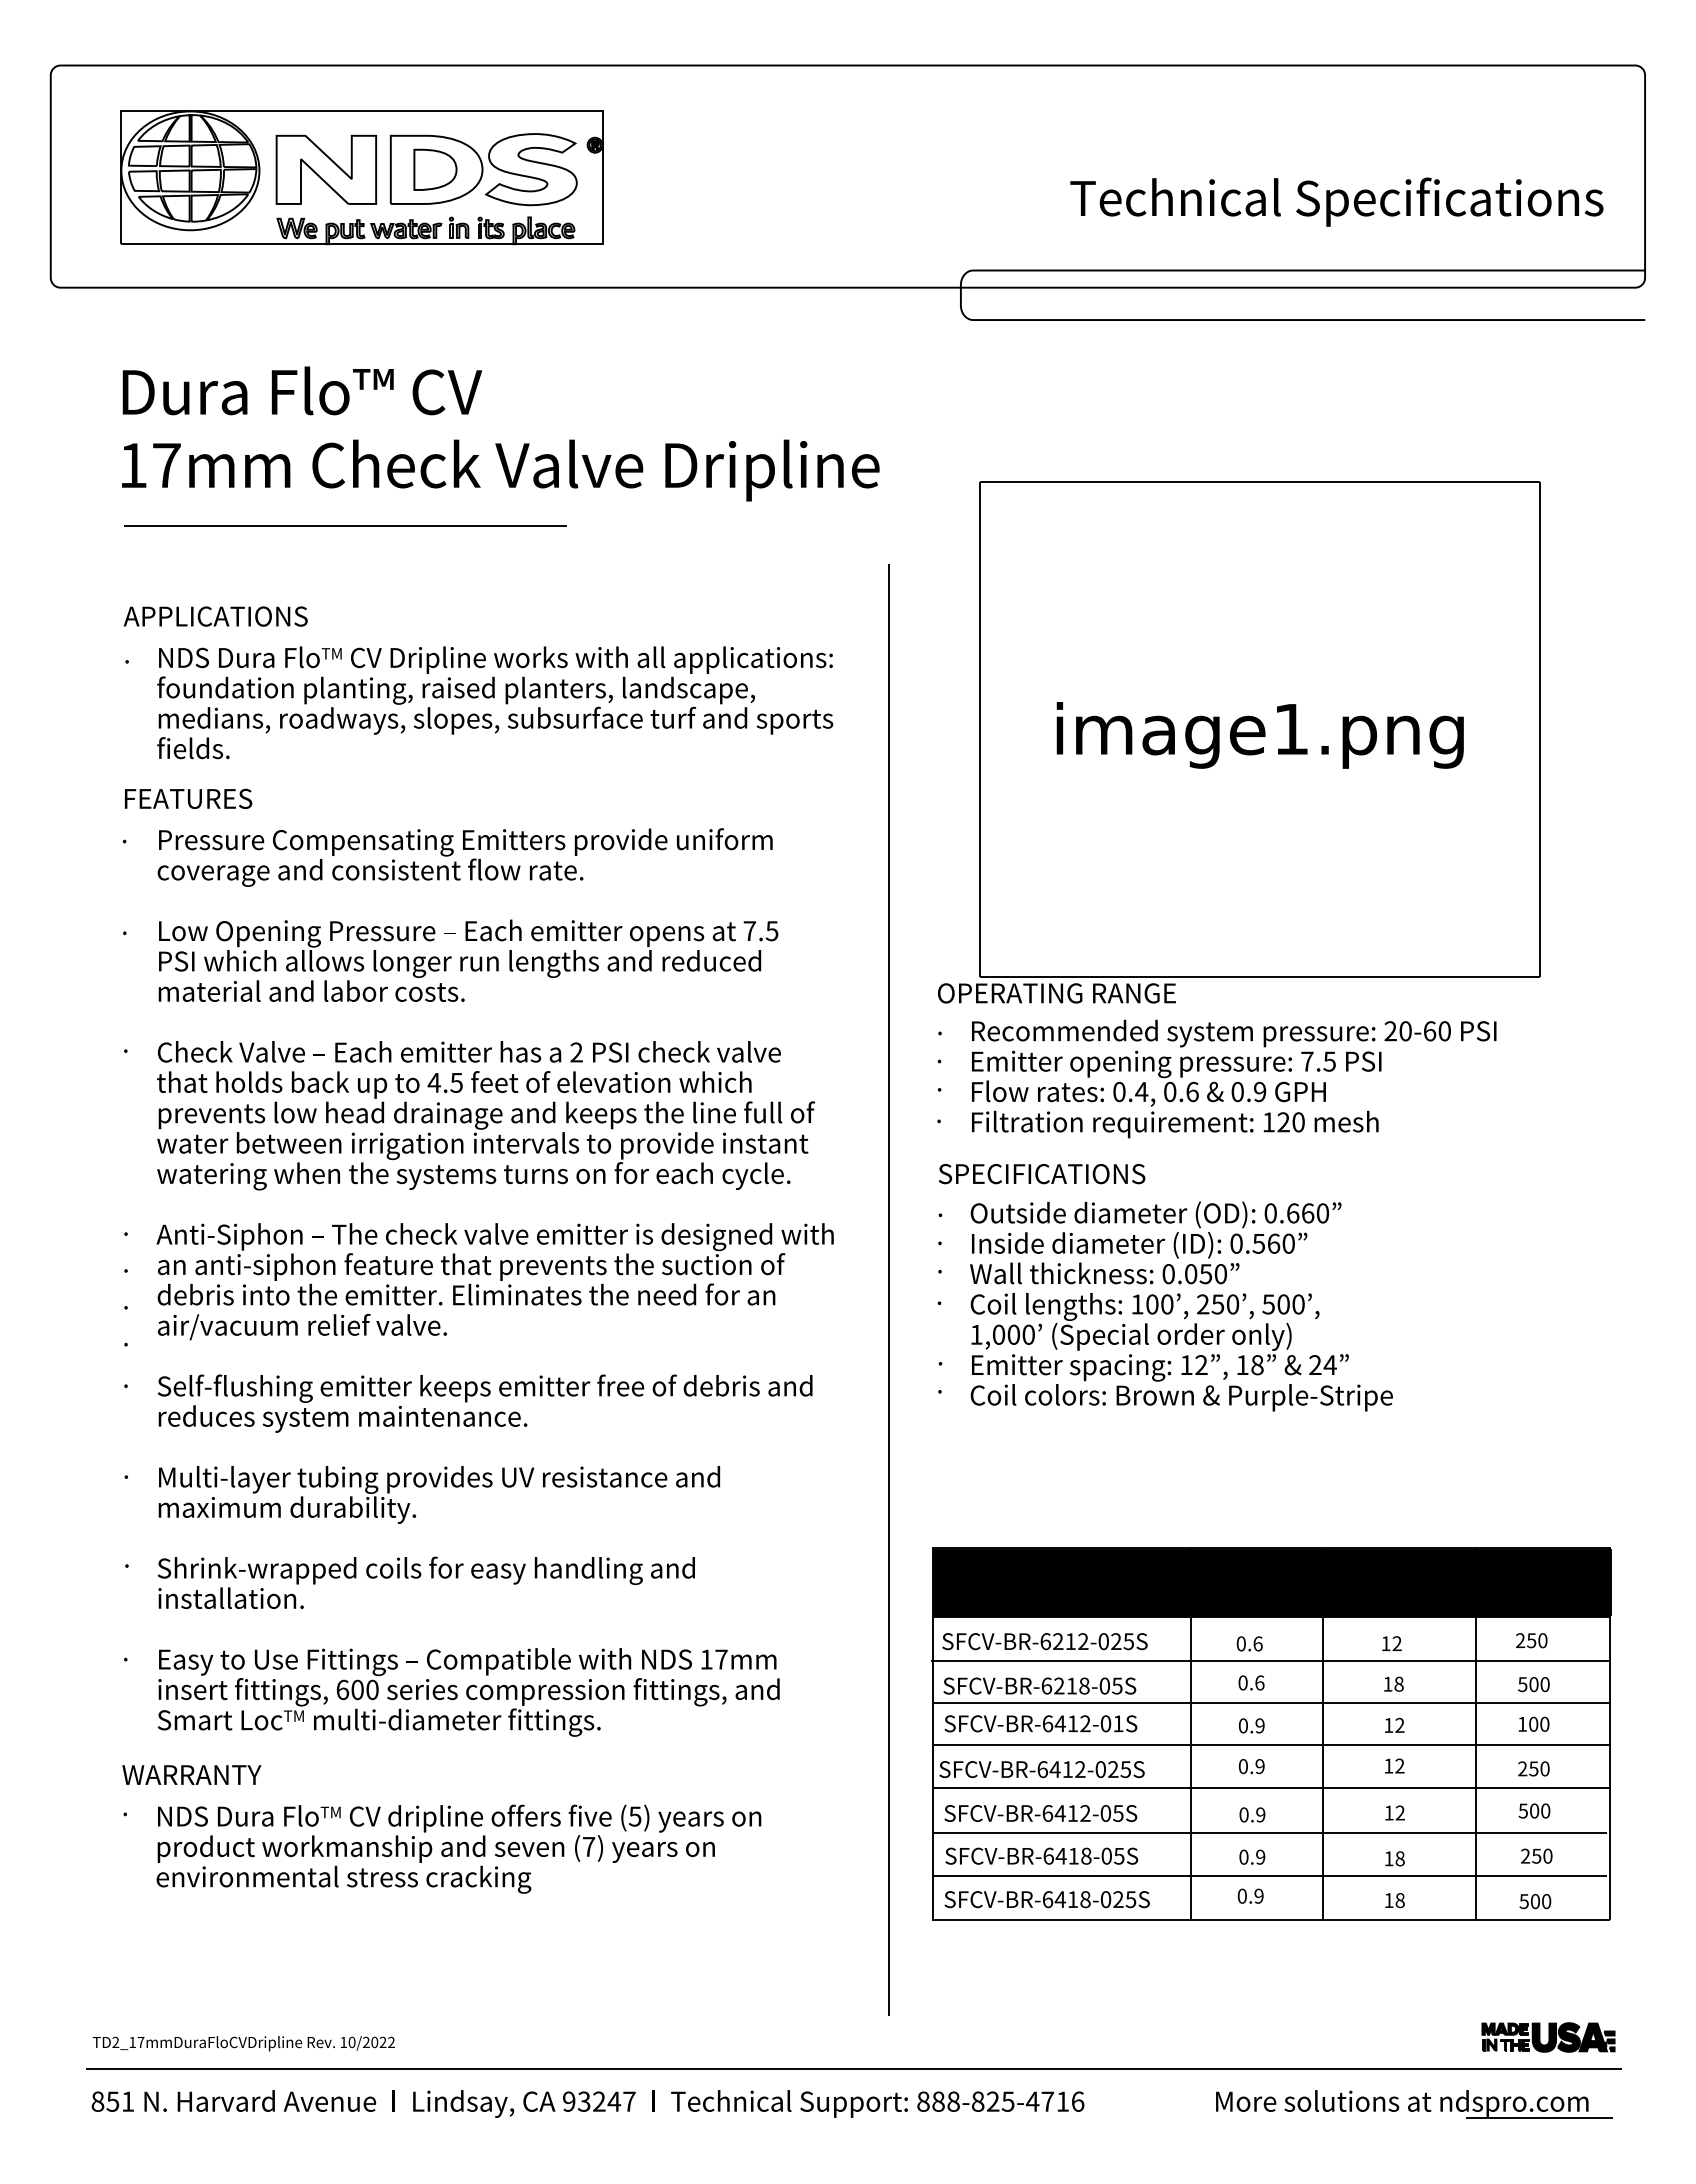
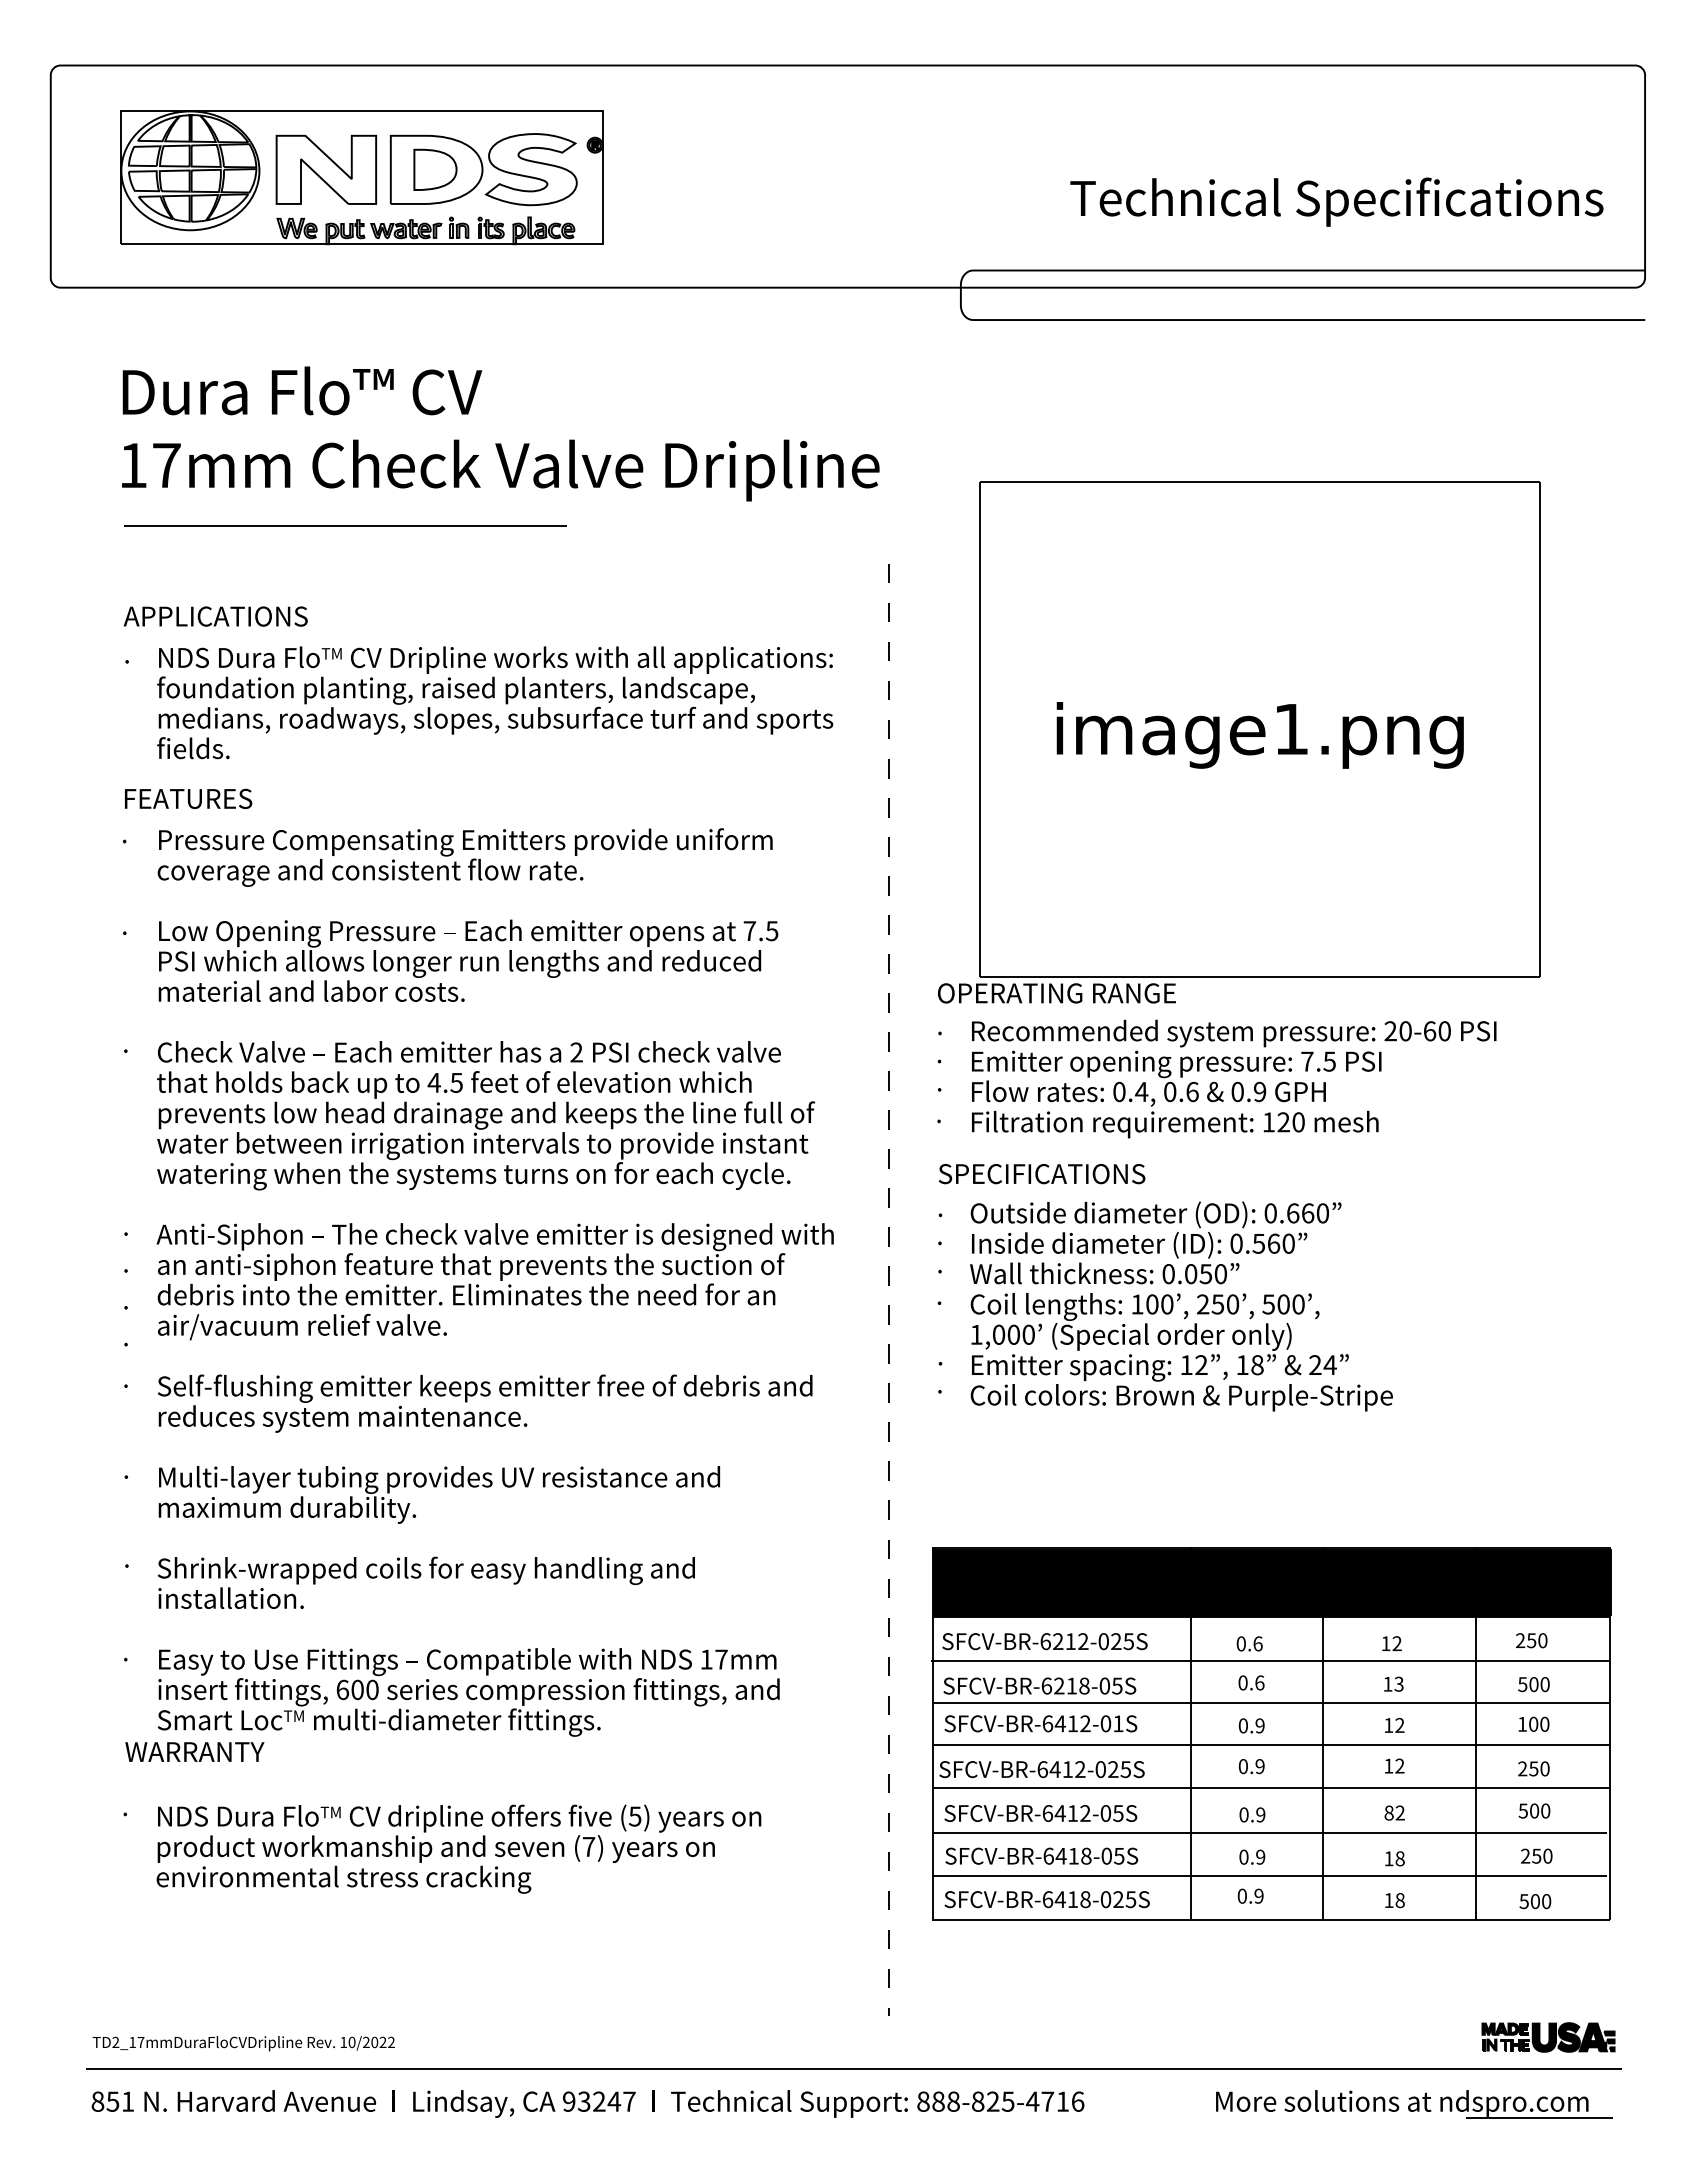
line at (889, 1290): solid -> dashed
text at (1398, 1683): 18 -> 13
text at (191, 1774) position: (191, 1774) -> (194, 1751)
text at (1388, 1812): 12 -> 82
